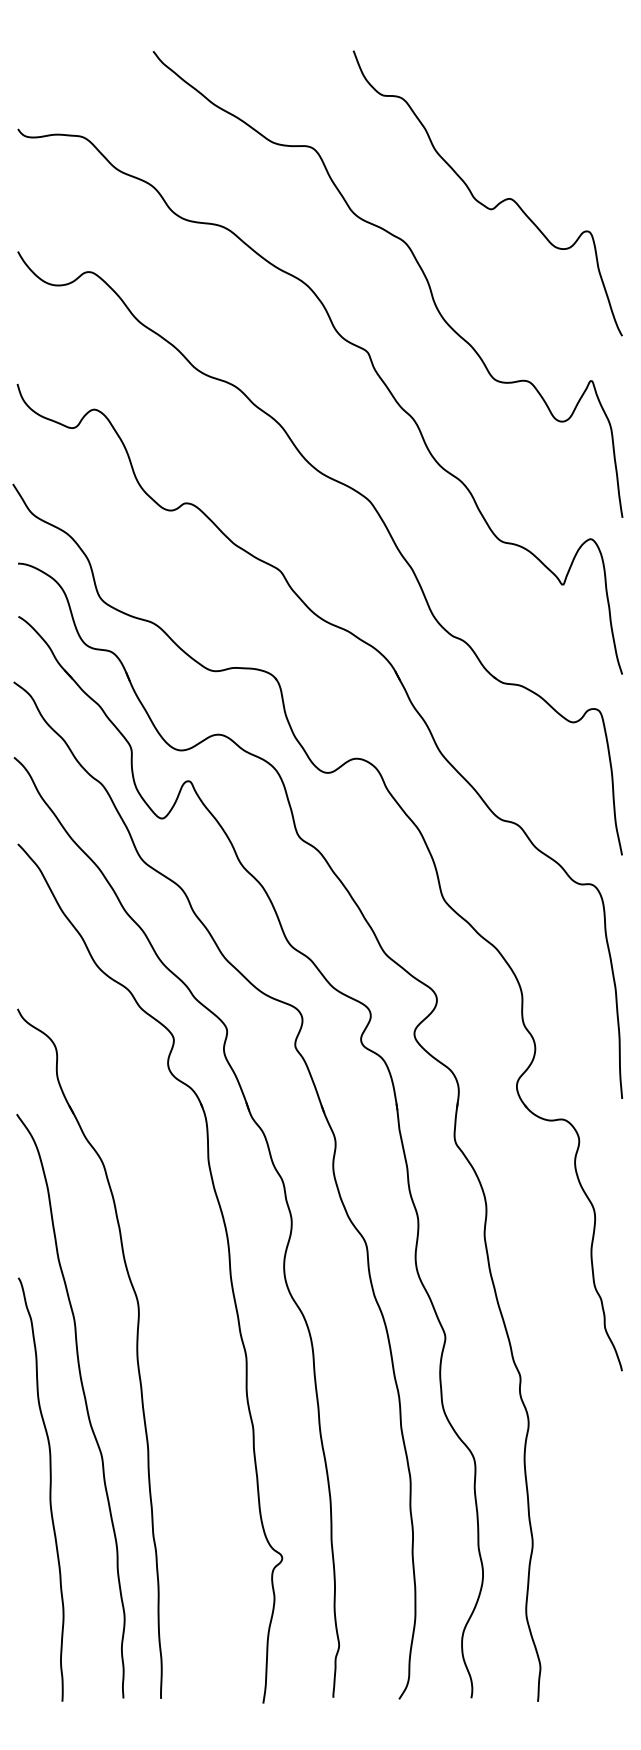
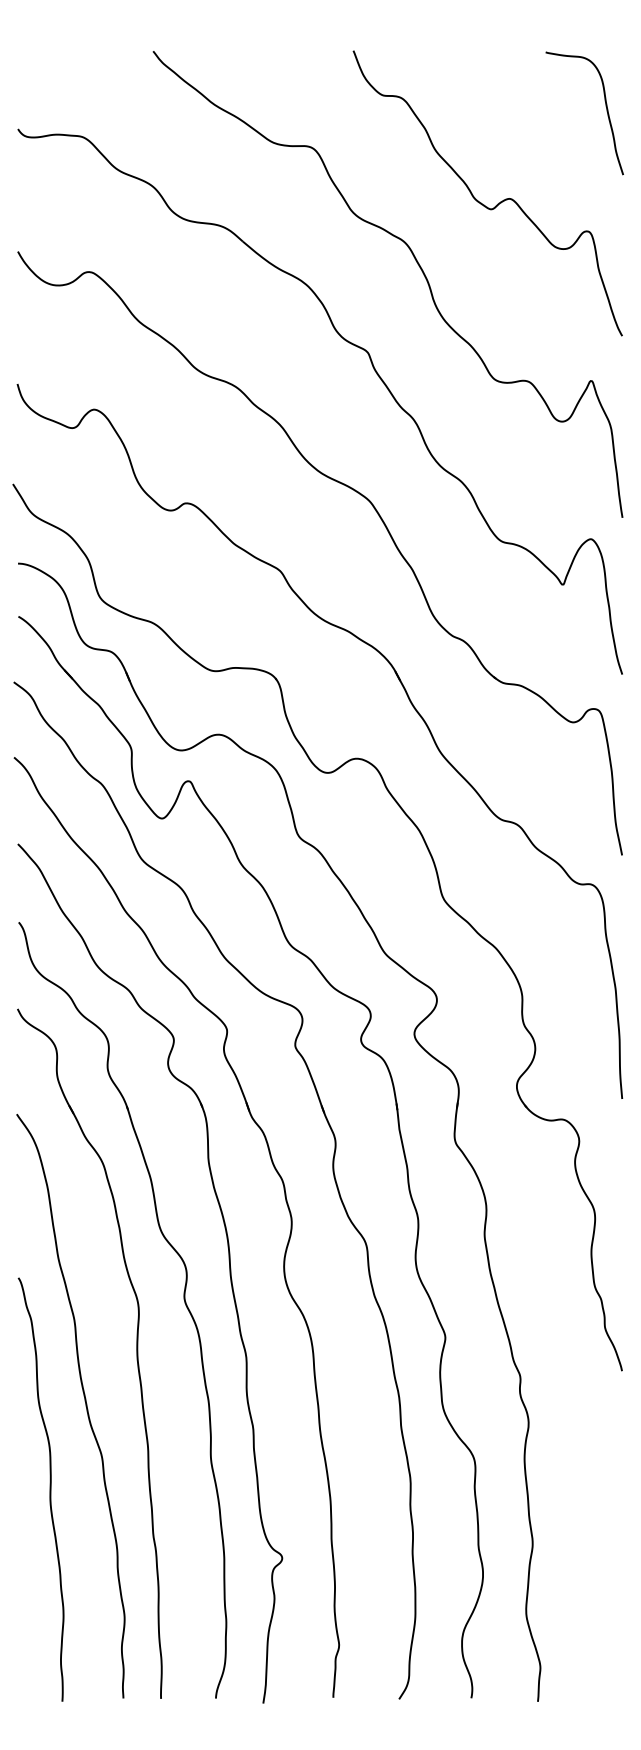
curve at (606, 111): none -> present
part at (183, 1299): none -> present
